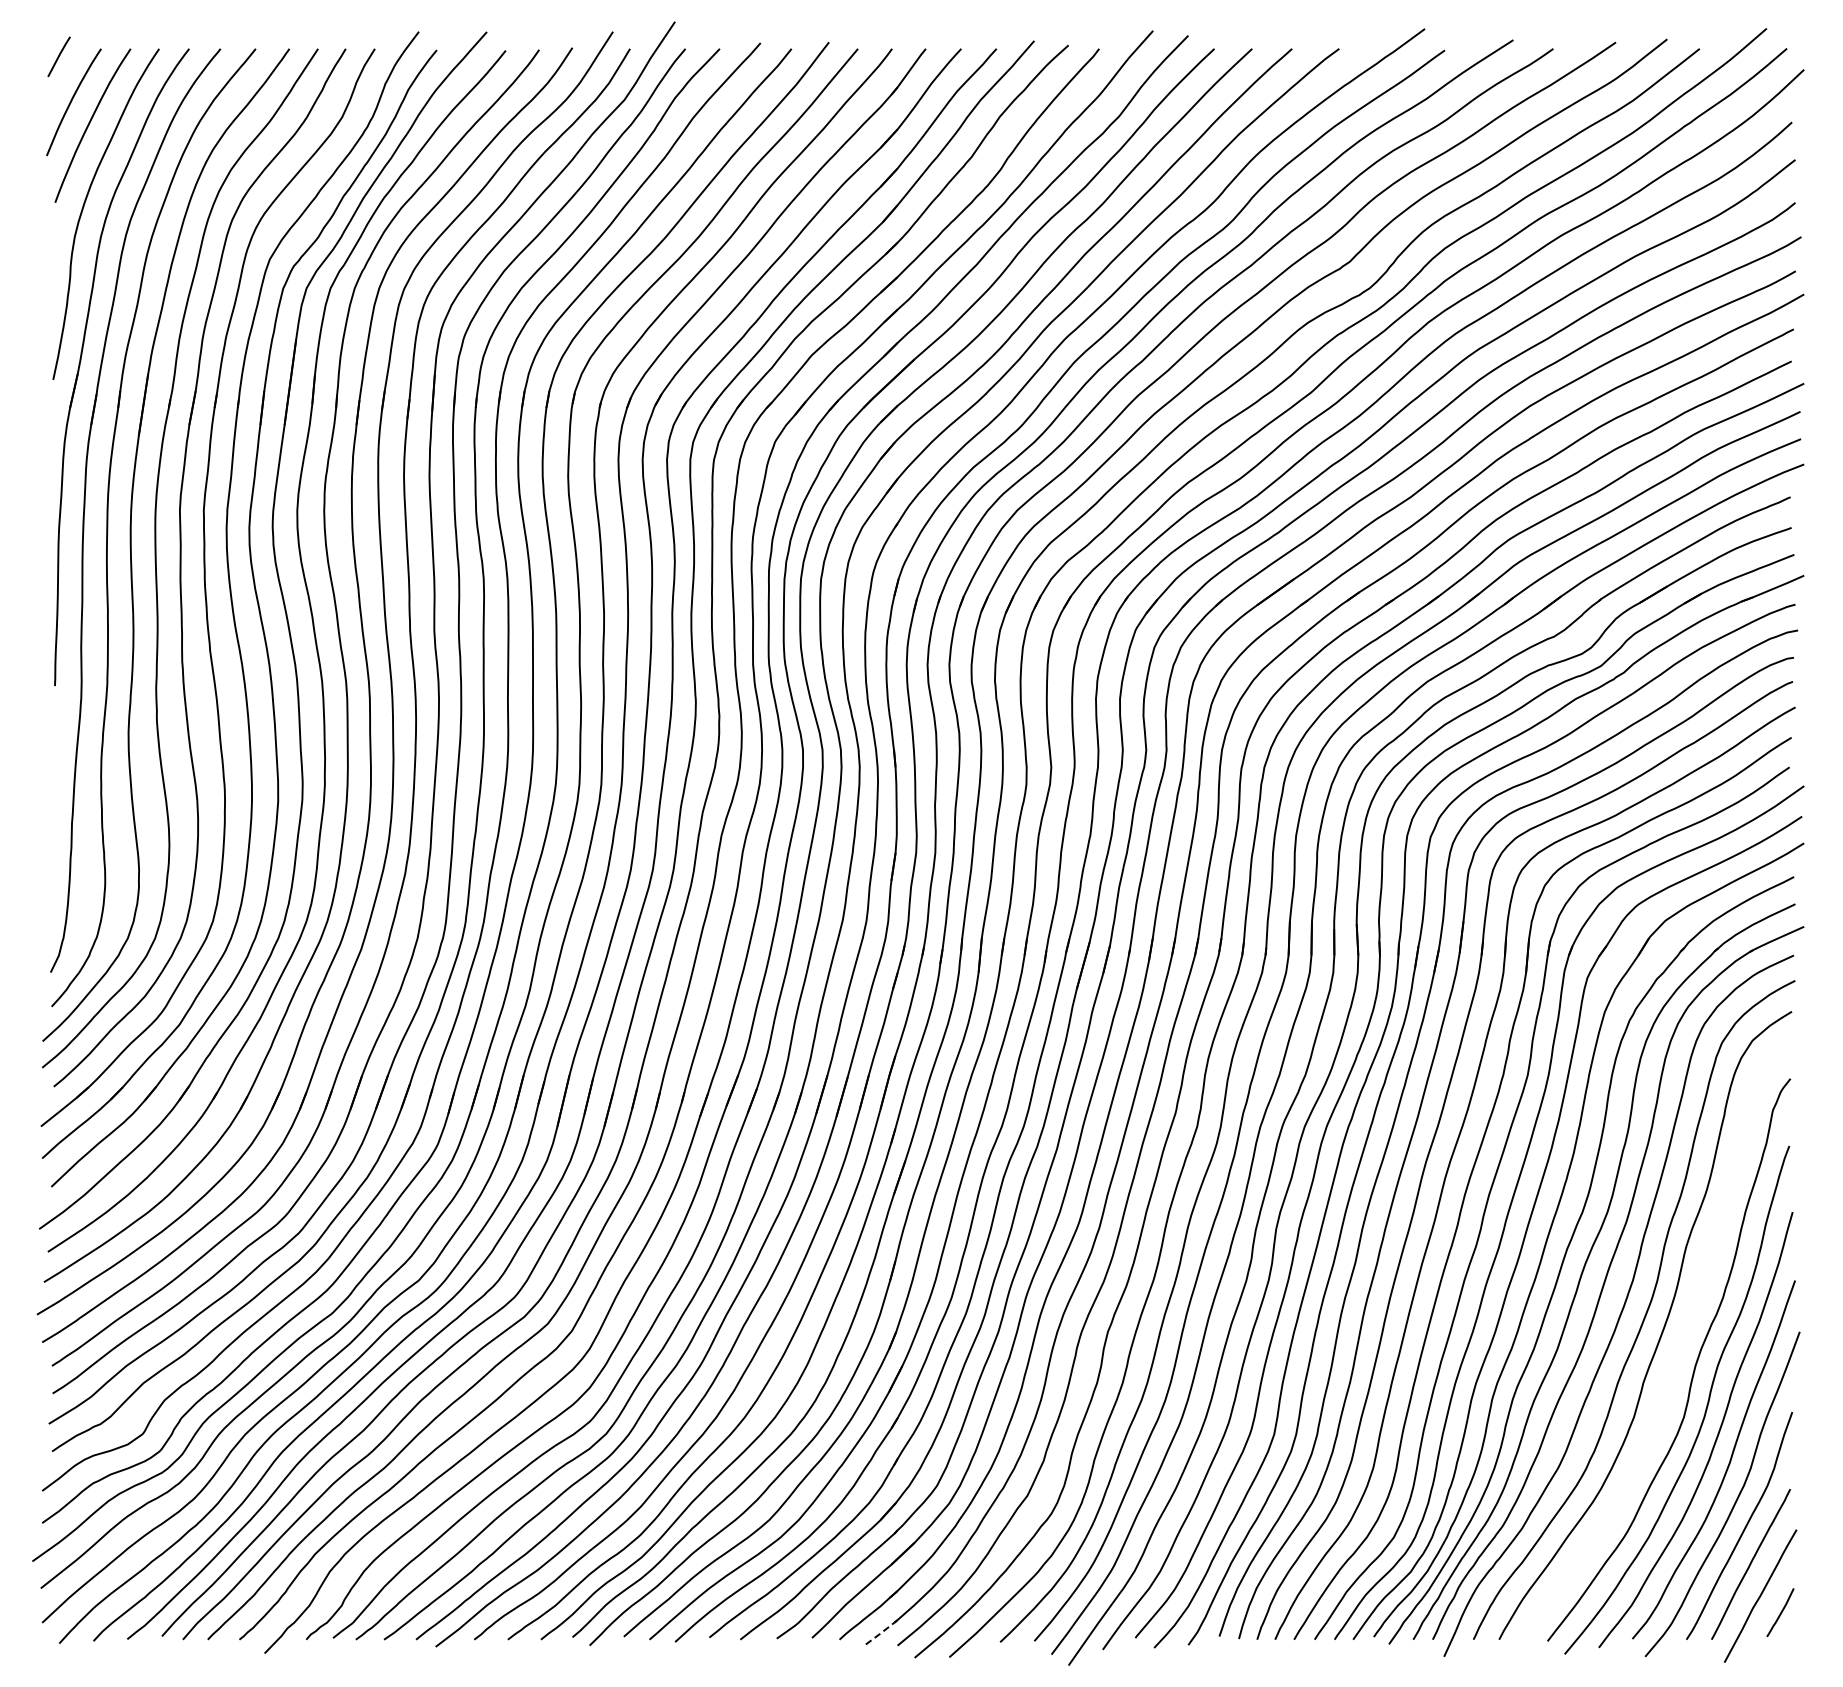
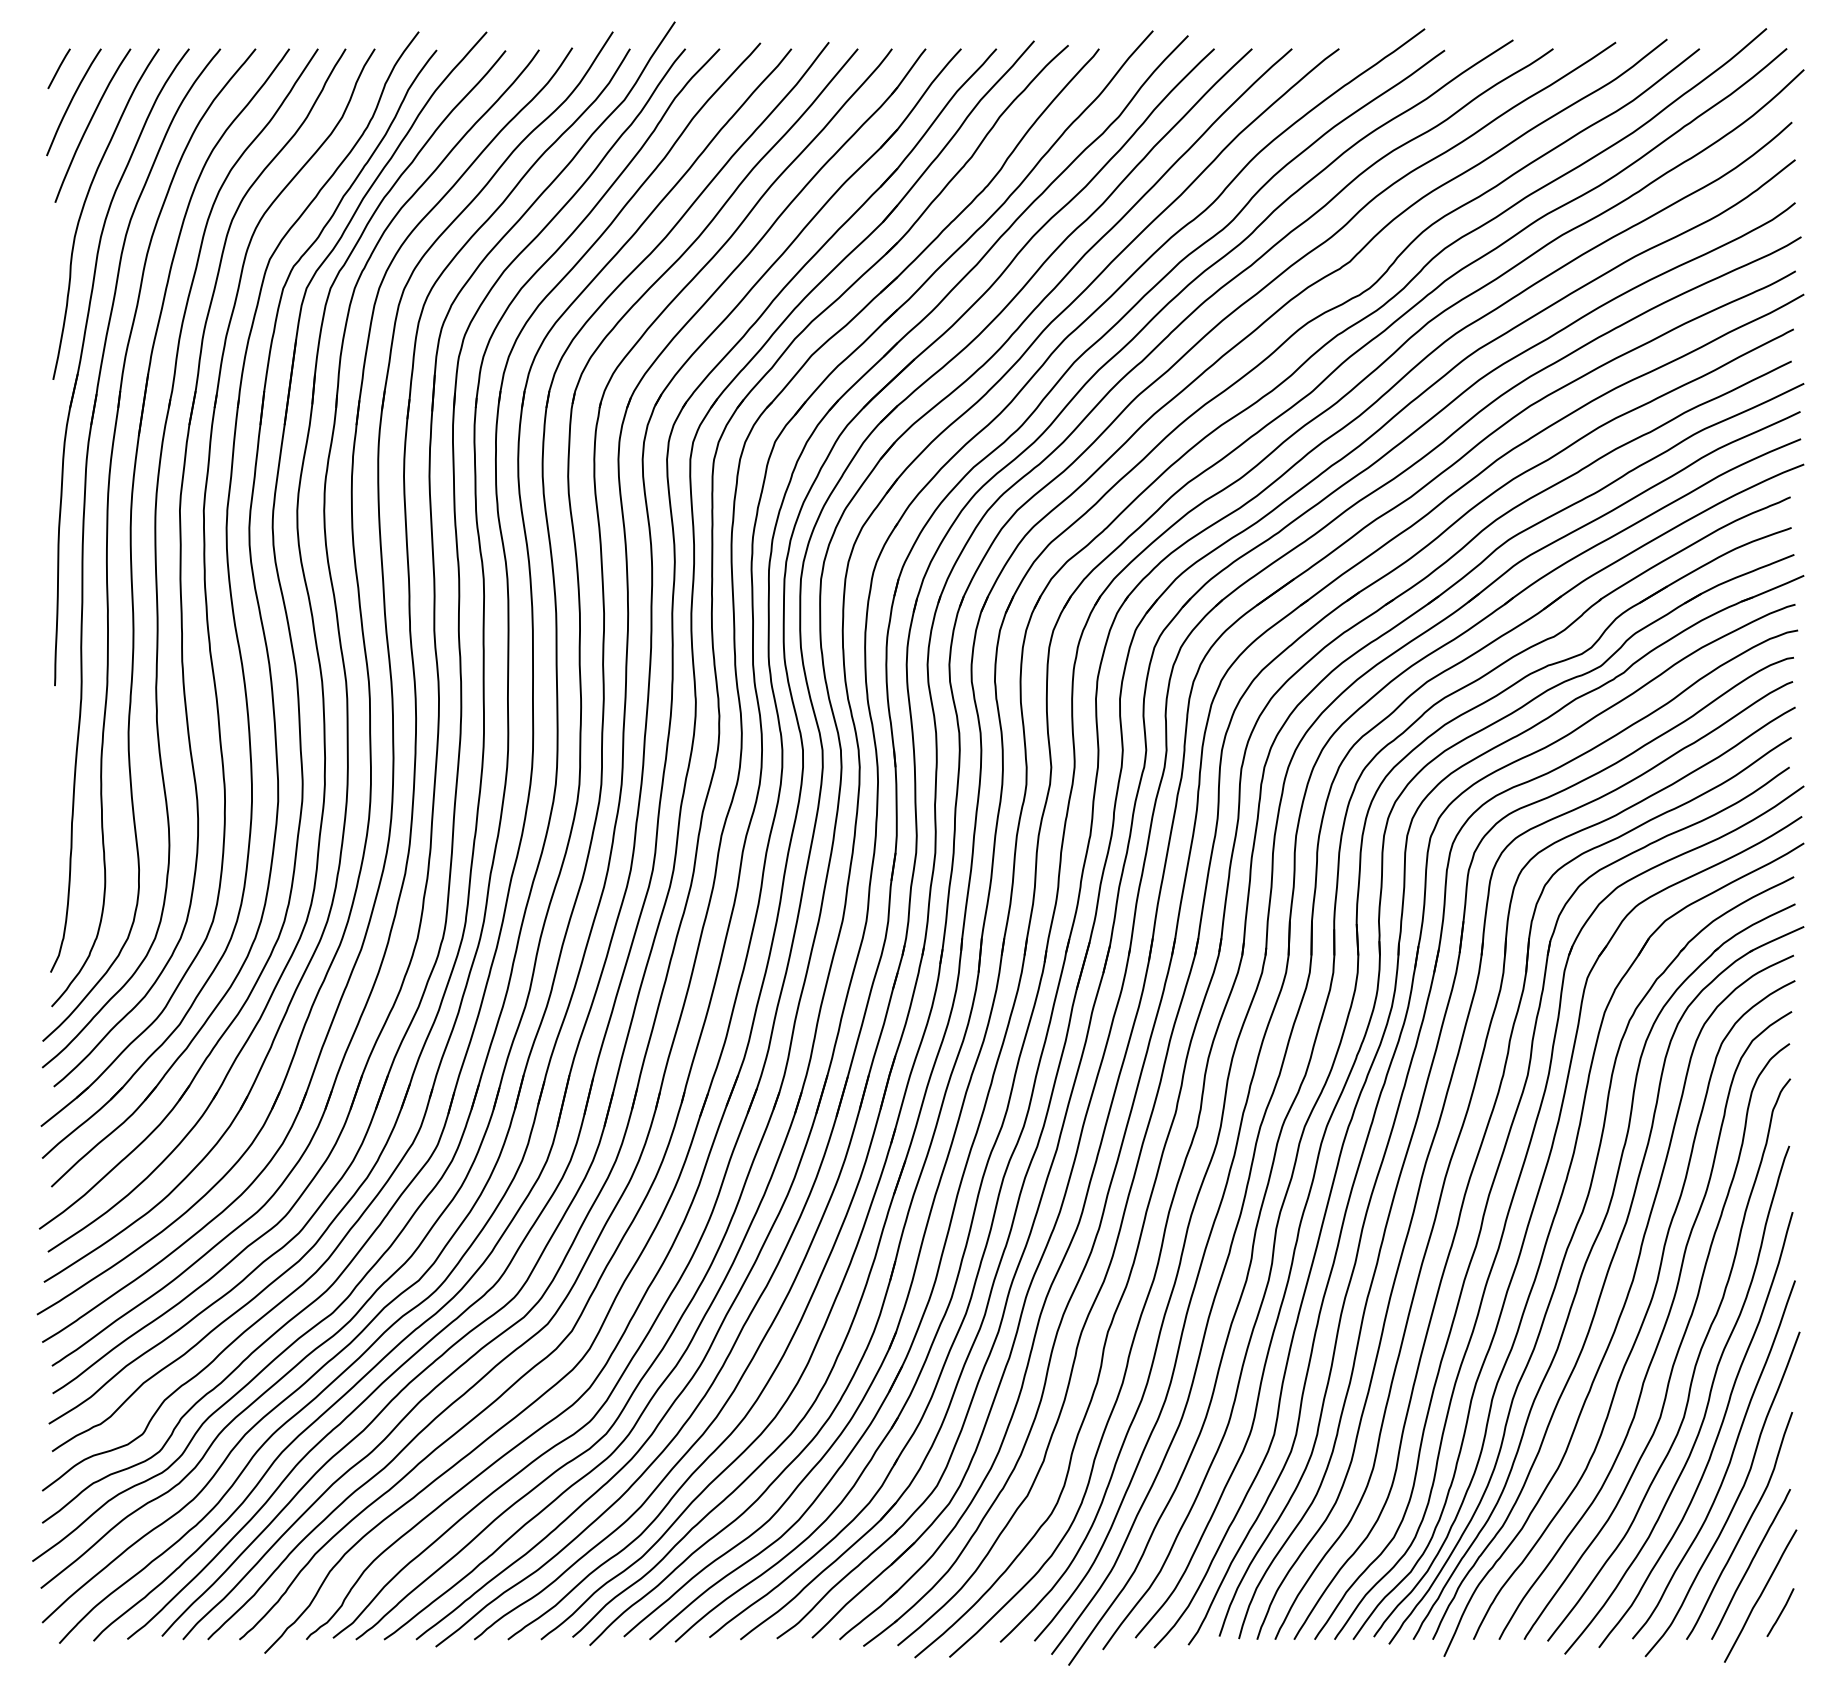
line at (58, 56) position: (58, 56) -> (58, 68)
curve at (1677, 1349): none -> present
line at (880, 1633): dashed -> solid
